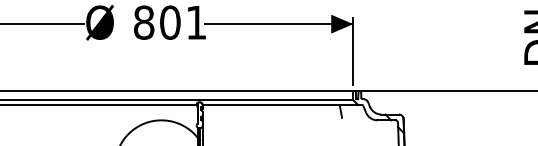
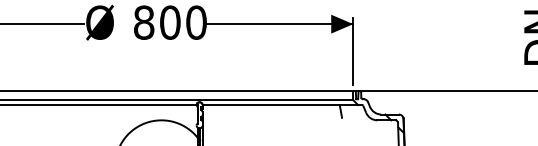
text at (196, 22): 801 -> 800
